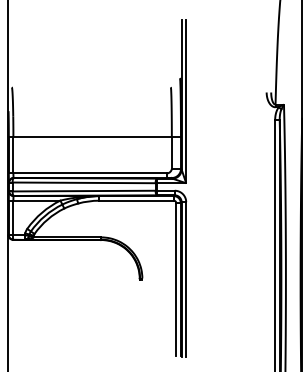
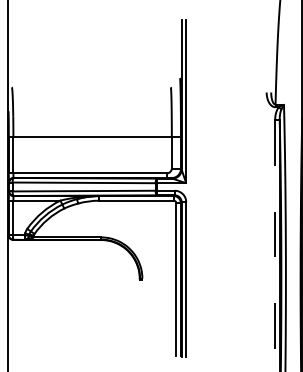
line at (275, 246): solid -> dashed
